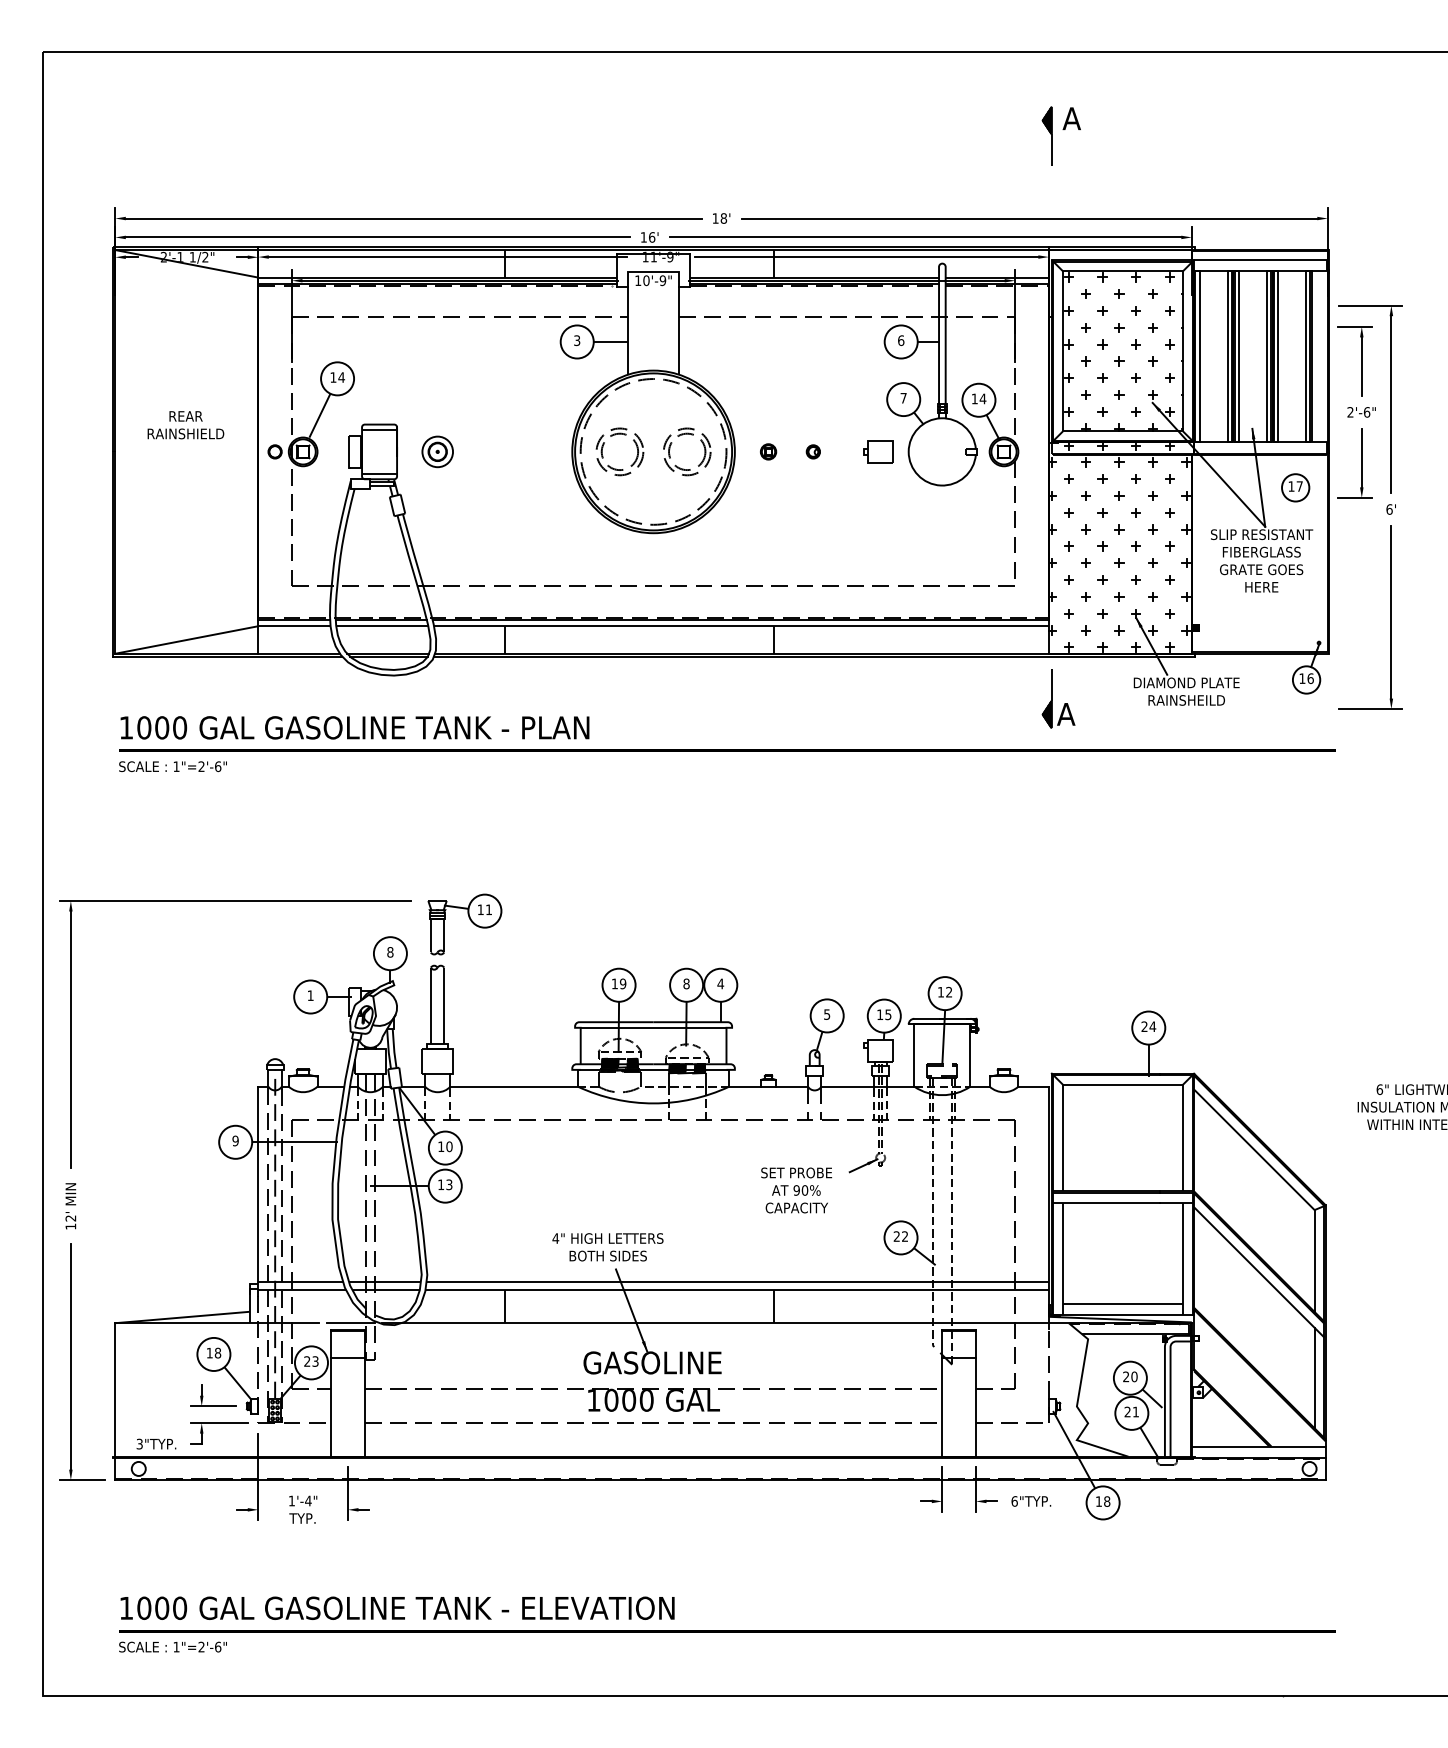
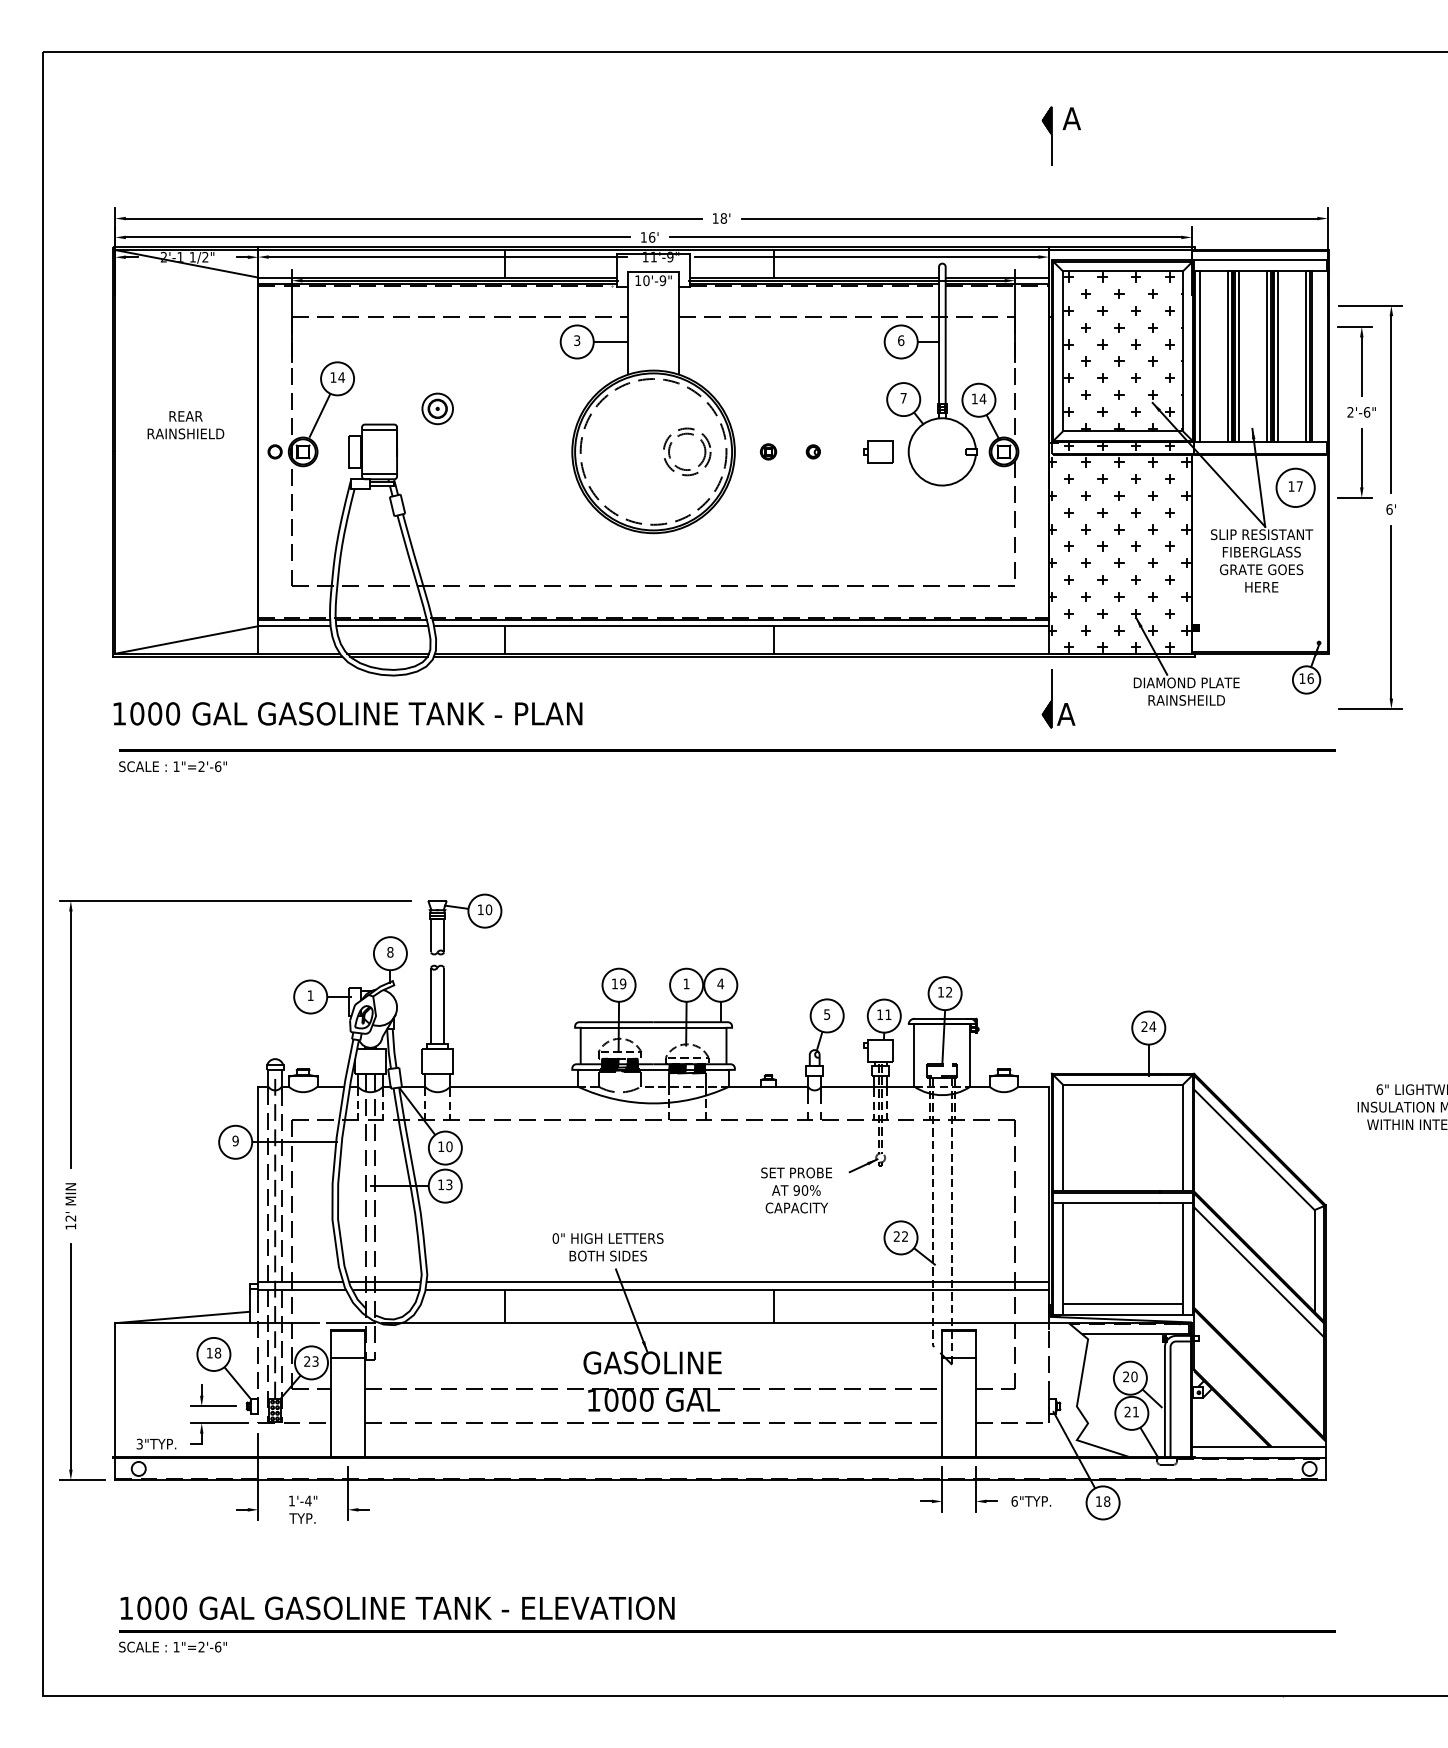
part at (615, 435): present -> none
part at (437, 451) position: (437, 451) -> (437, 408)
circle at (1295, 487) diameter: 27 px -> 38 px
text at (354, 727) position: (354, 727) -> (347, 713)
text at (488, 909): 11 -> 10
text at (686, 983): 8 -> 1
text at (888, 1014): 15 -> 11
text at (555, 1238): 4" -> 0"
line at (1314, 1377): present -> none
